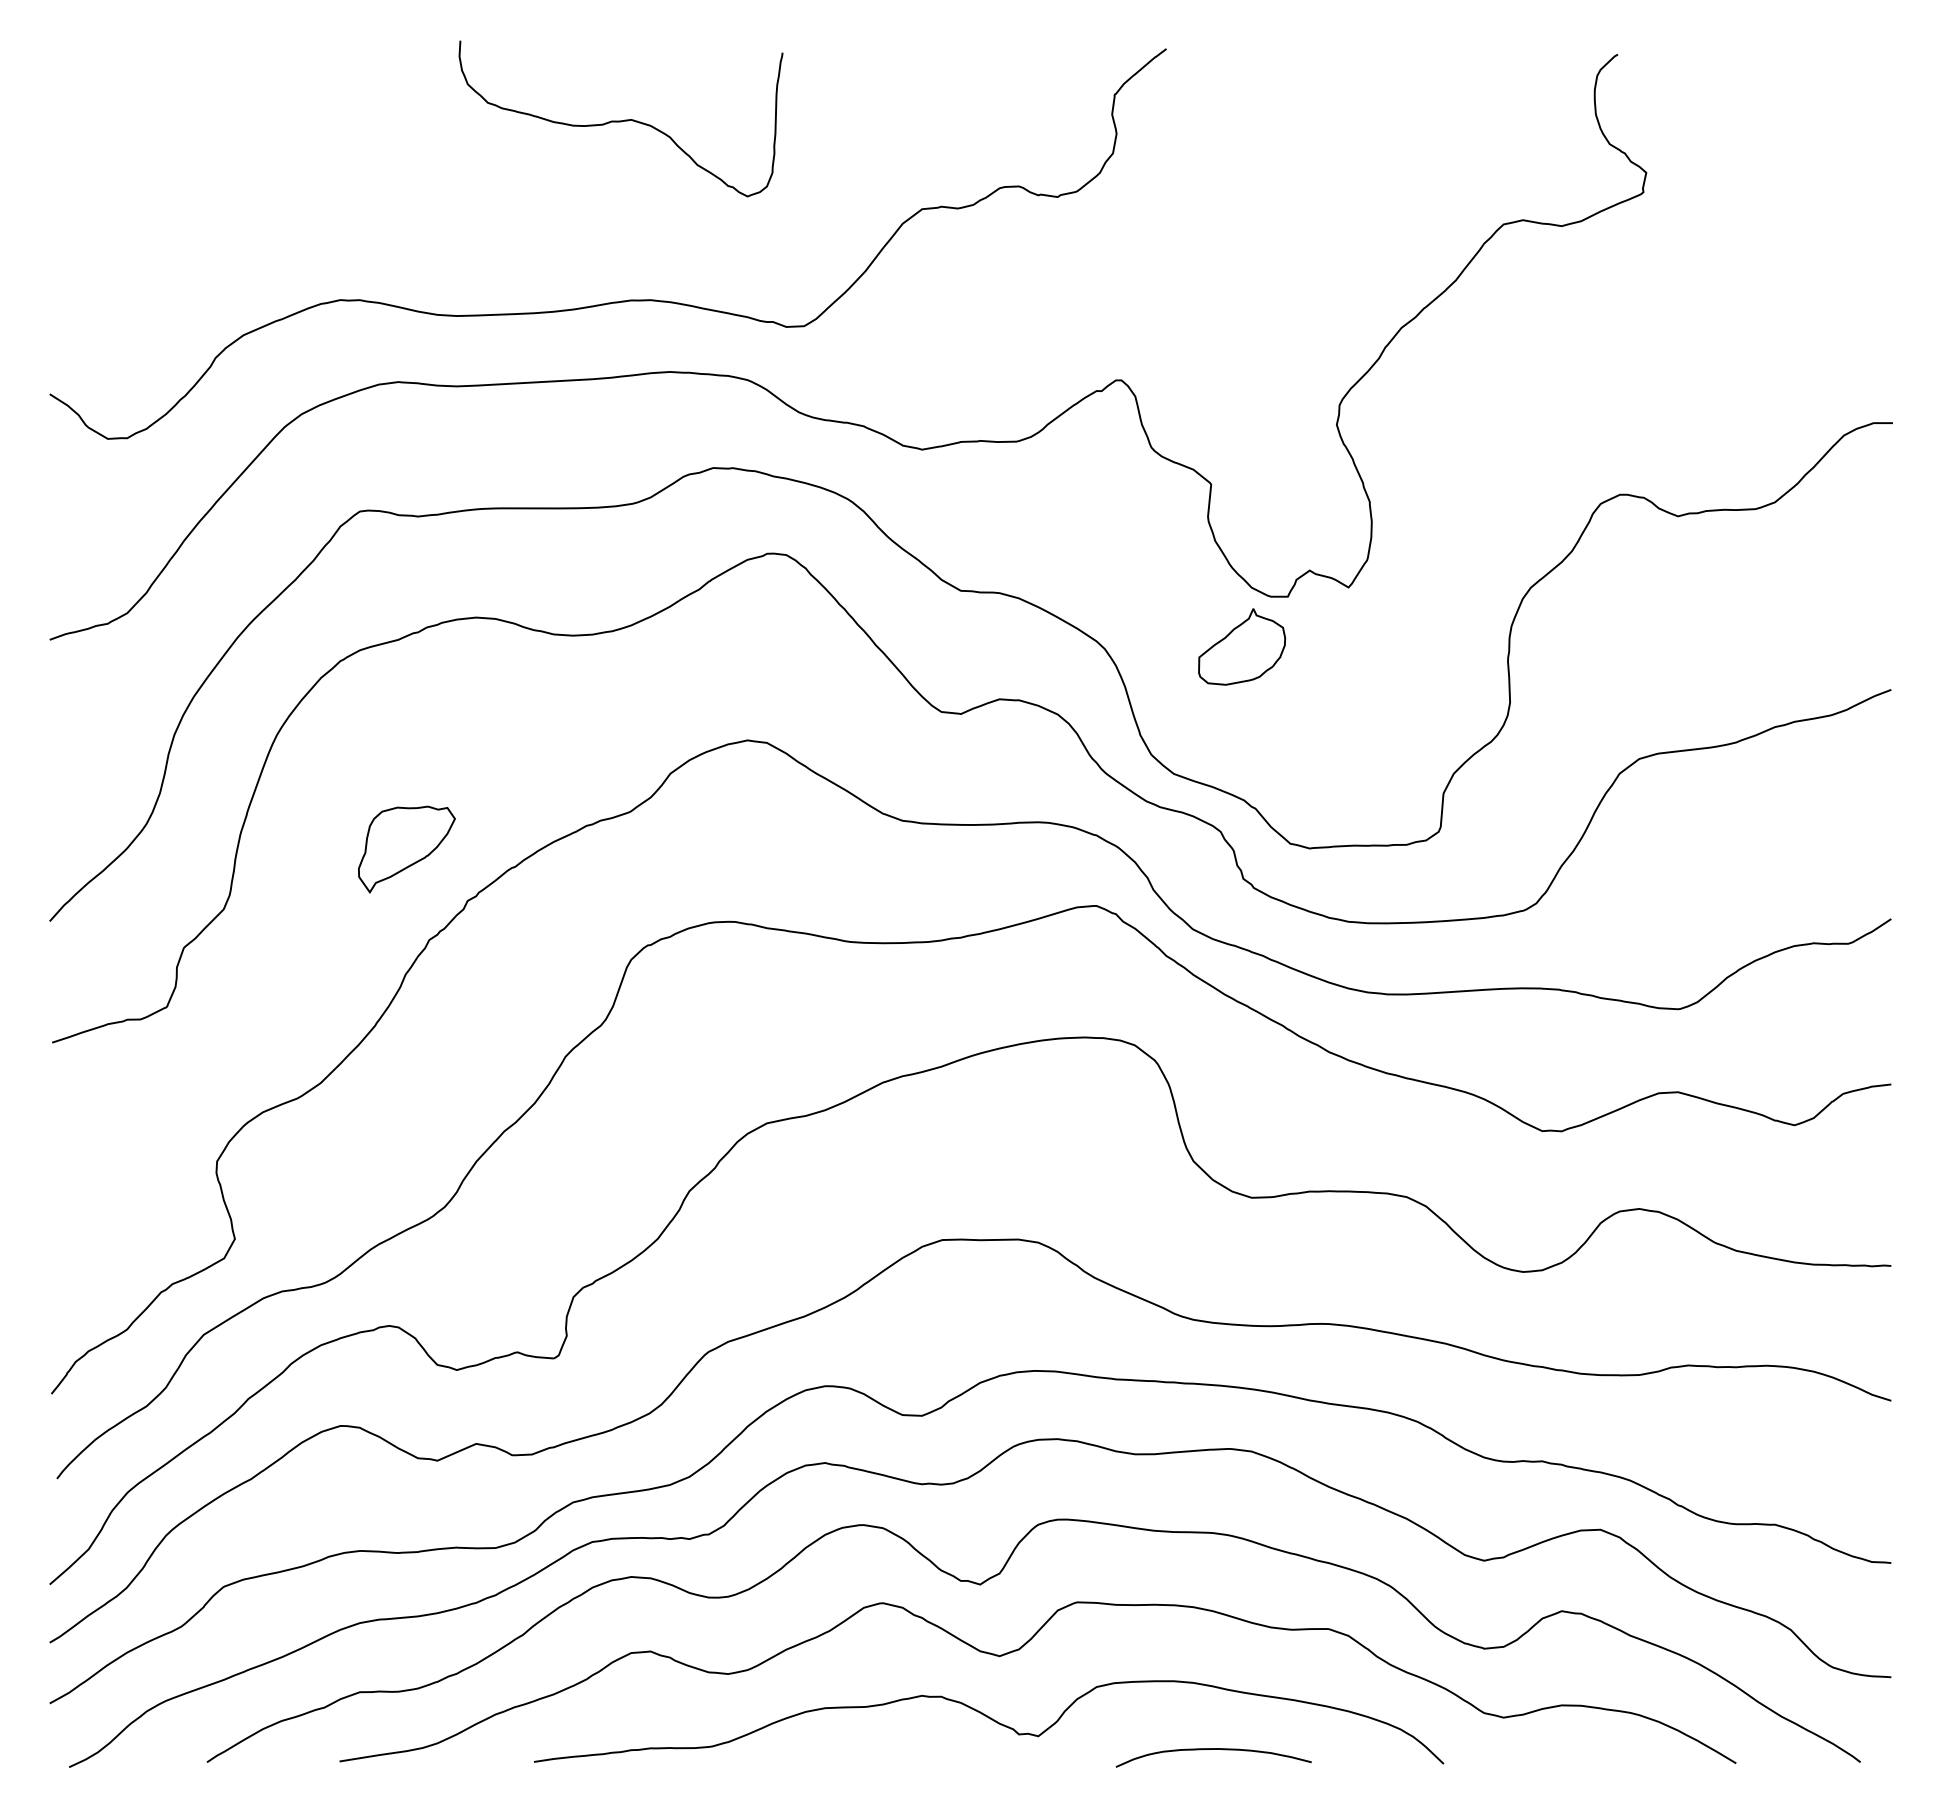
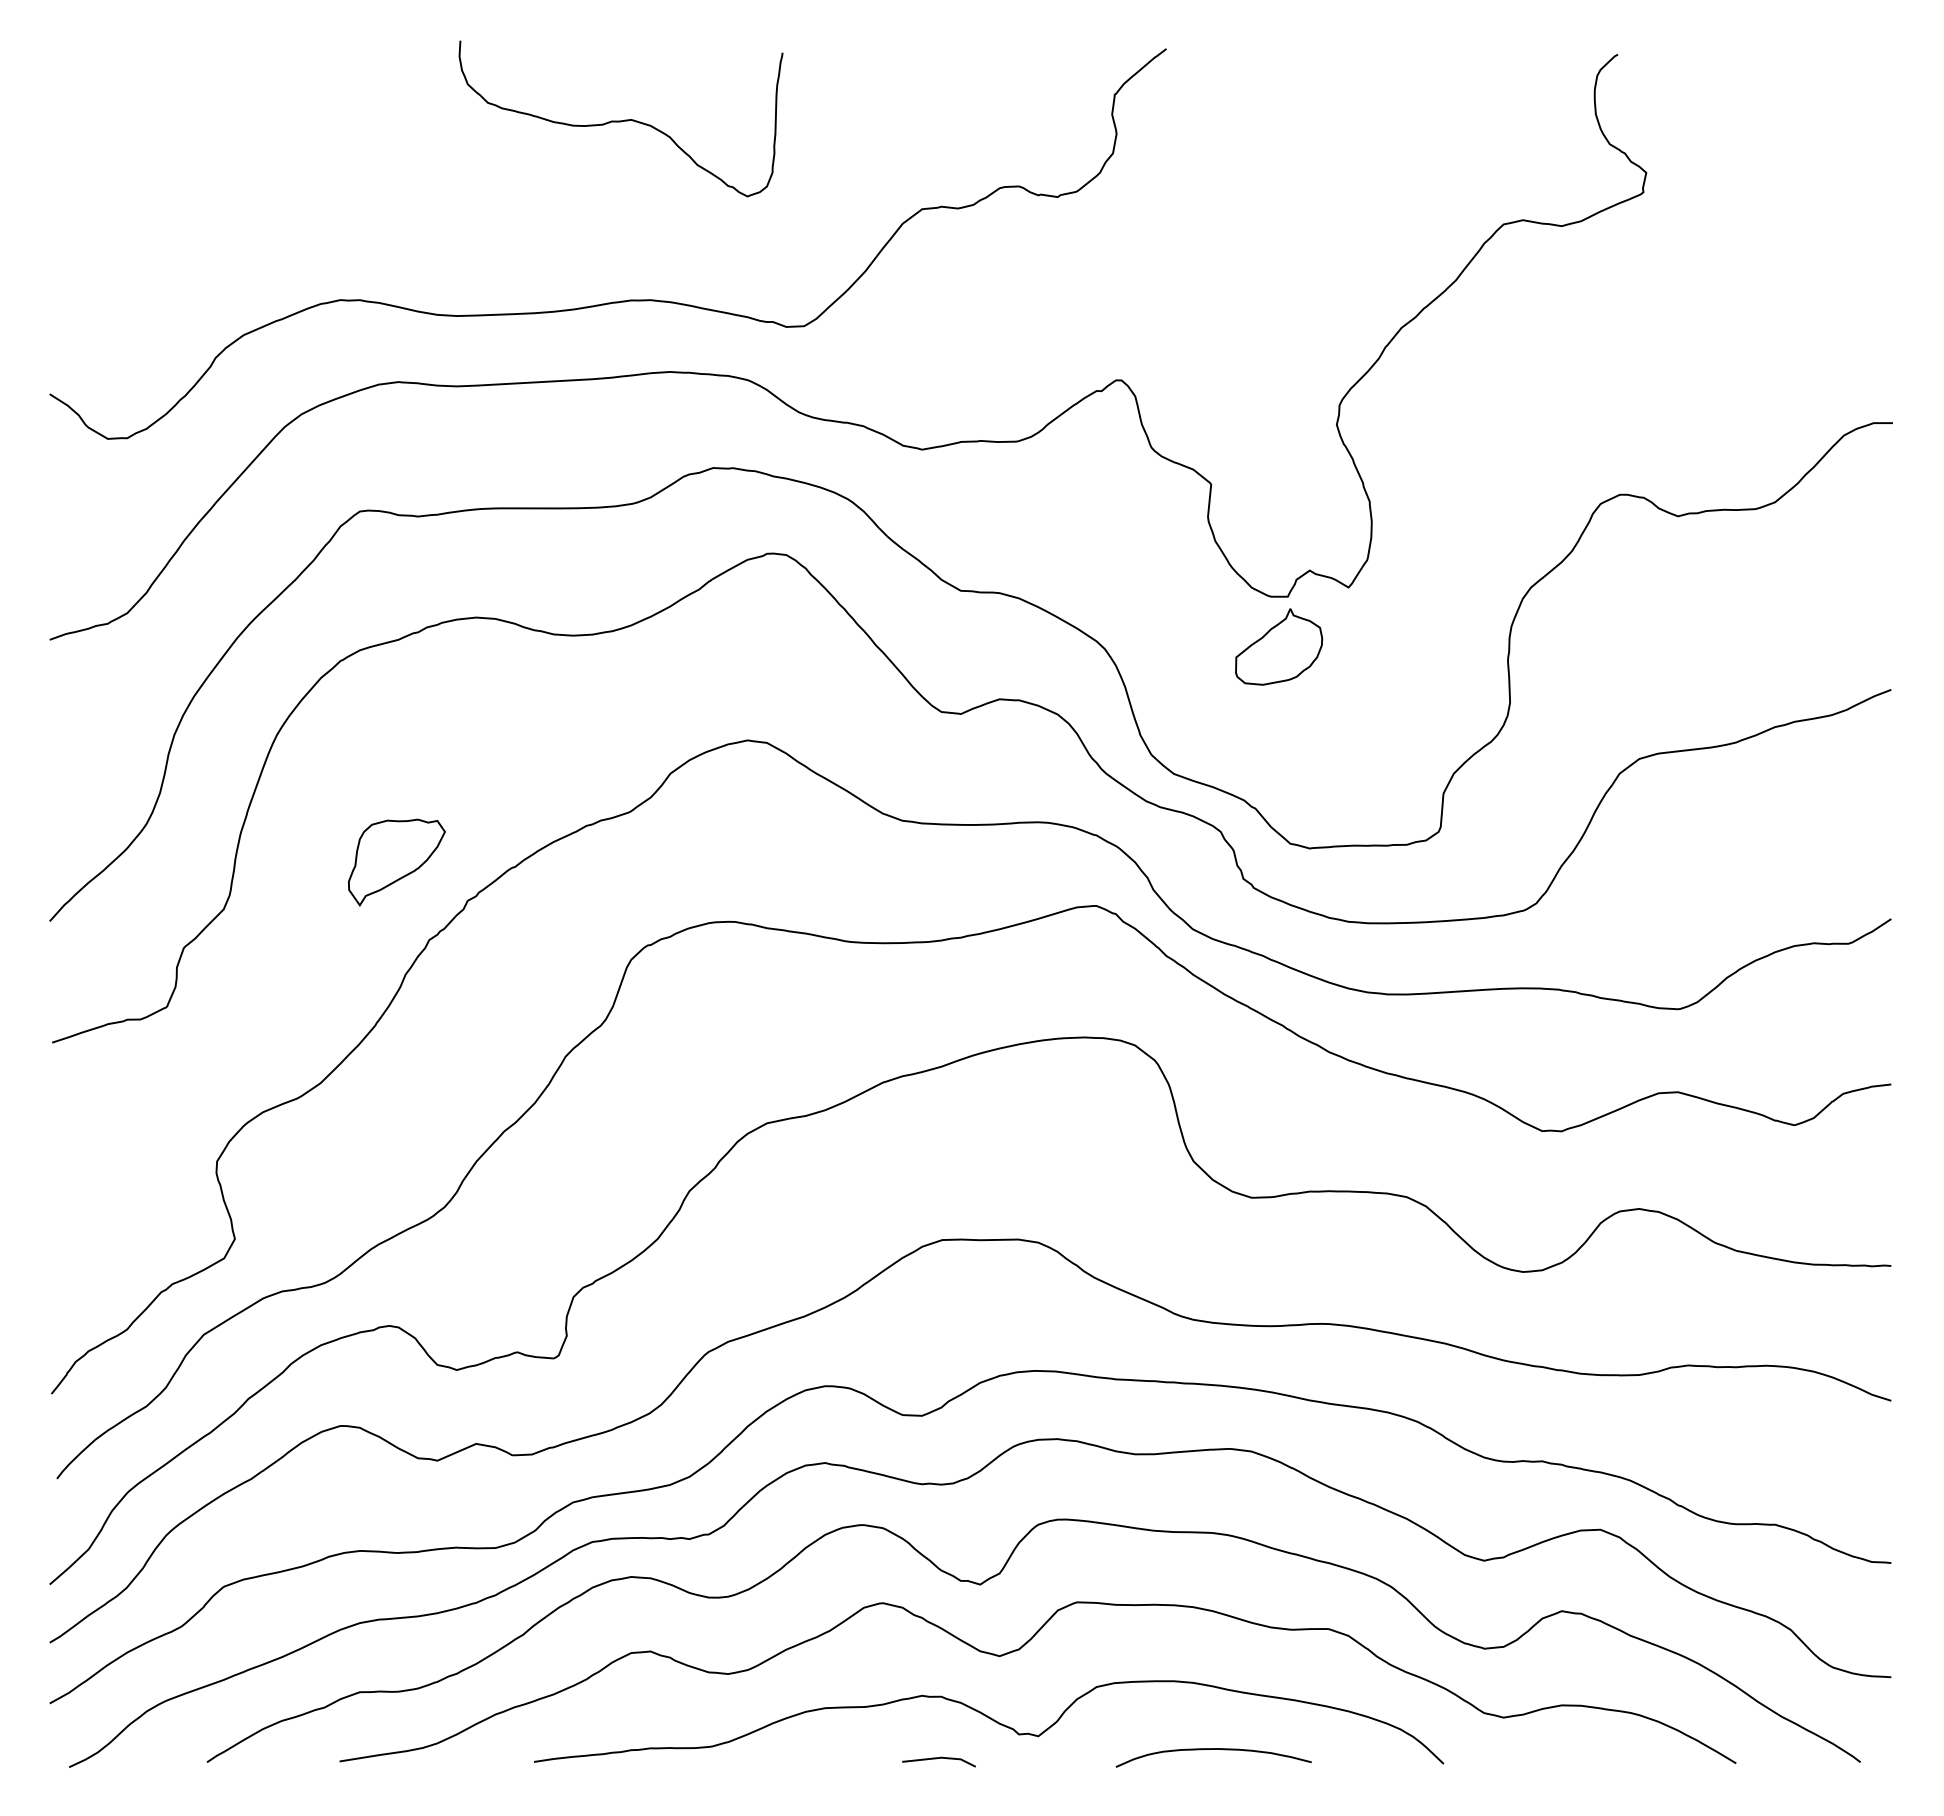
part at (1242, 646) position: (1242, 646) -> (1279, 646)
part at (406, 849) position: (406, 849) -> (396, 862)
line at (936, 1759): none -> present
